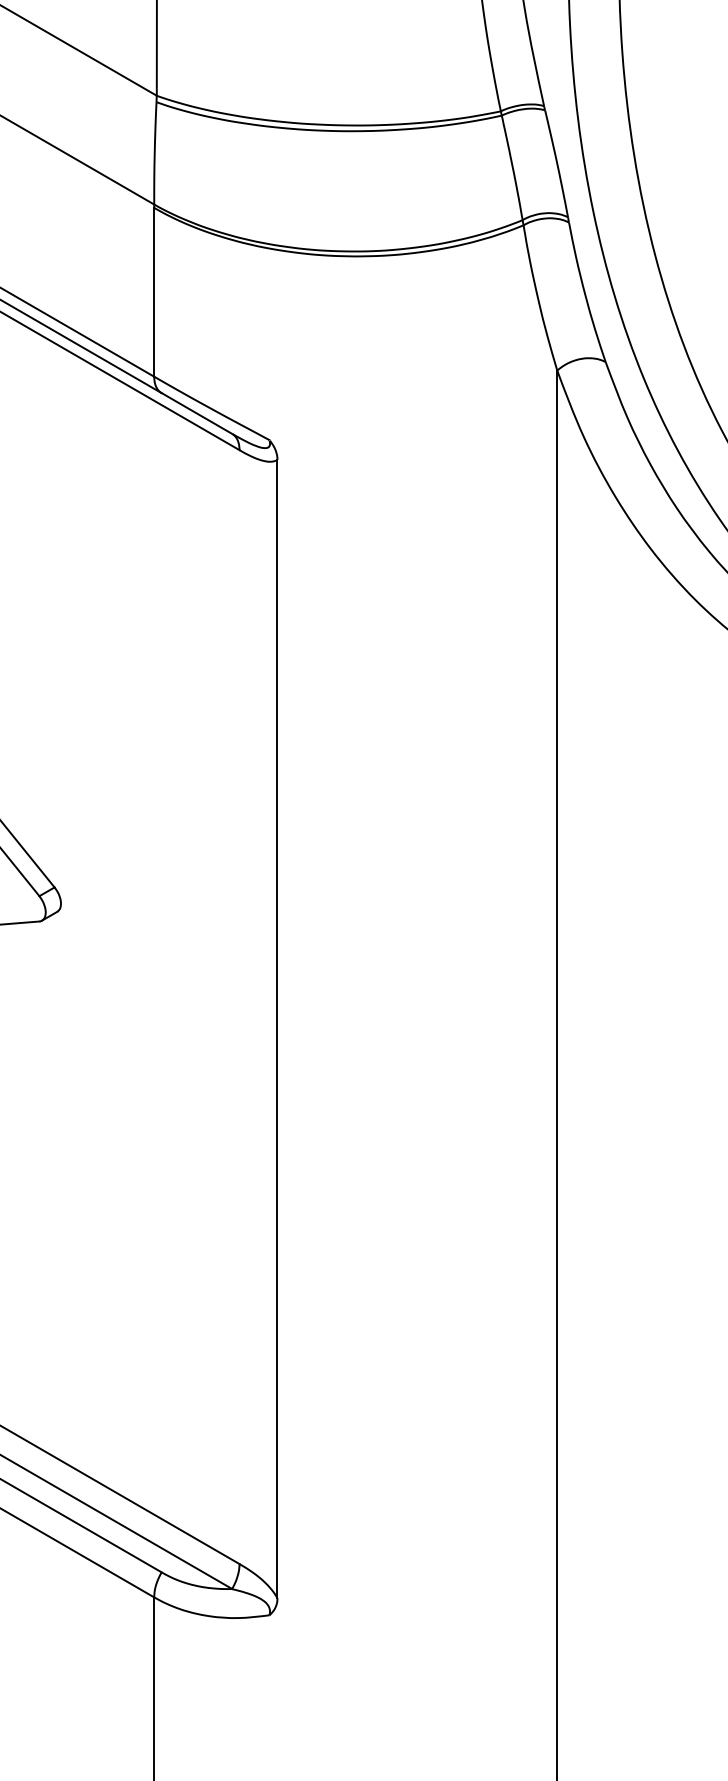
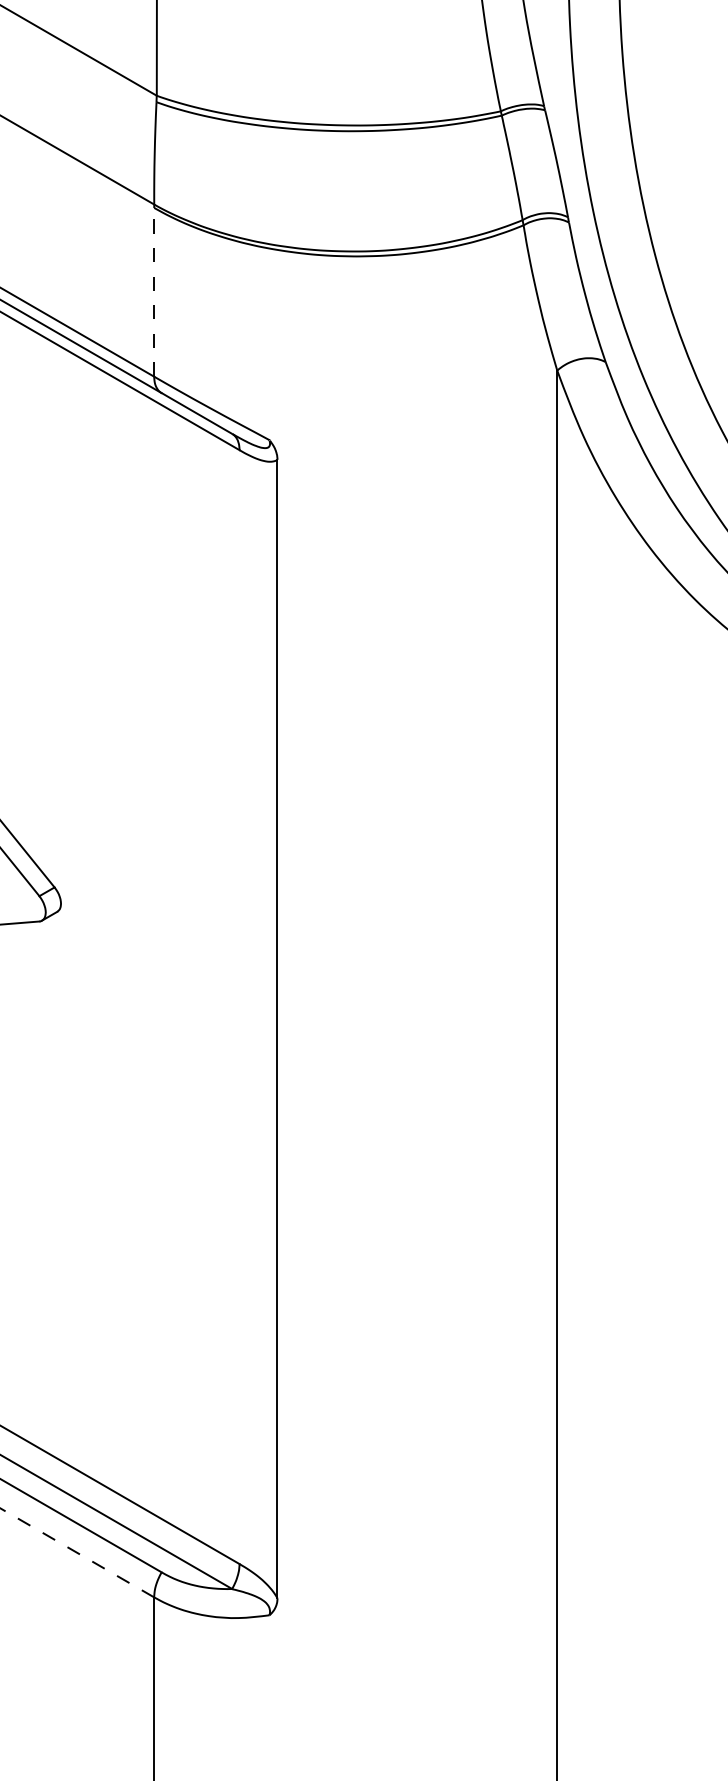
line at (154, 291): solid -> dashed
line at (77, 1552): solid -> dashed
